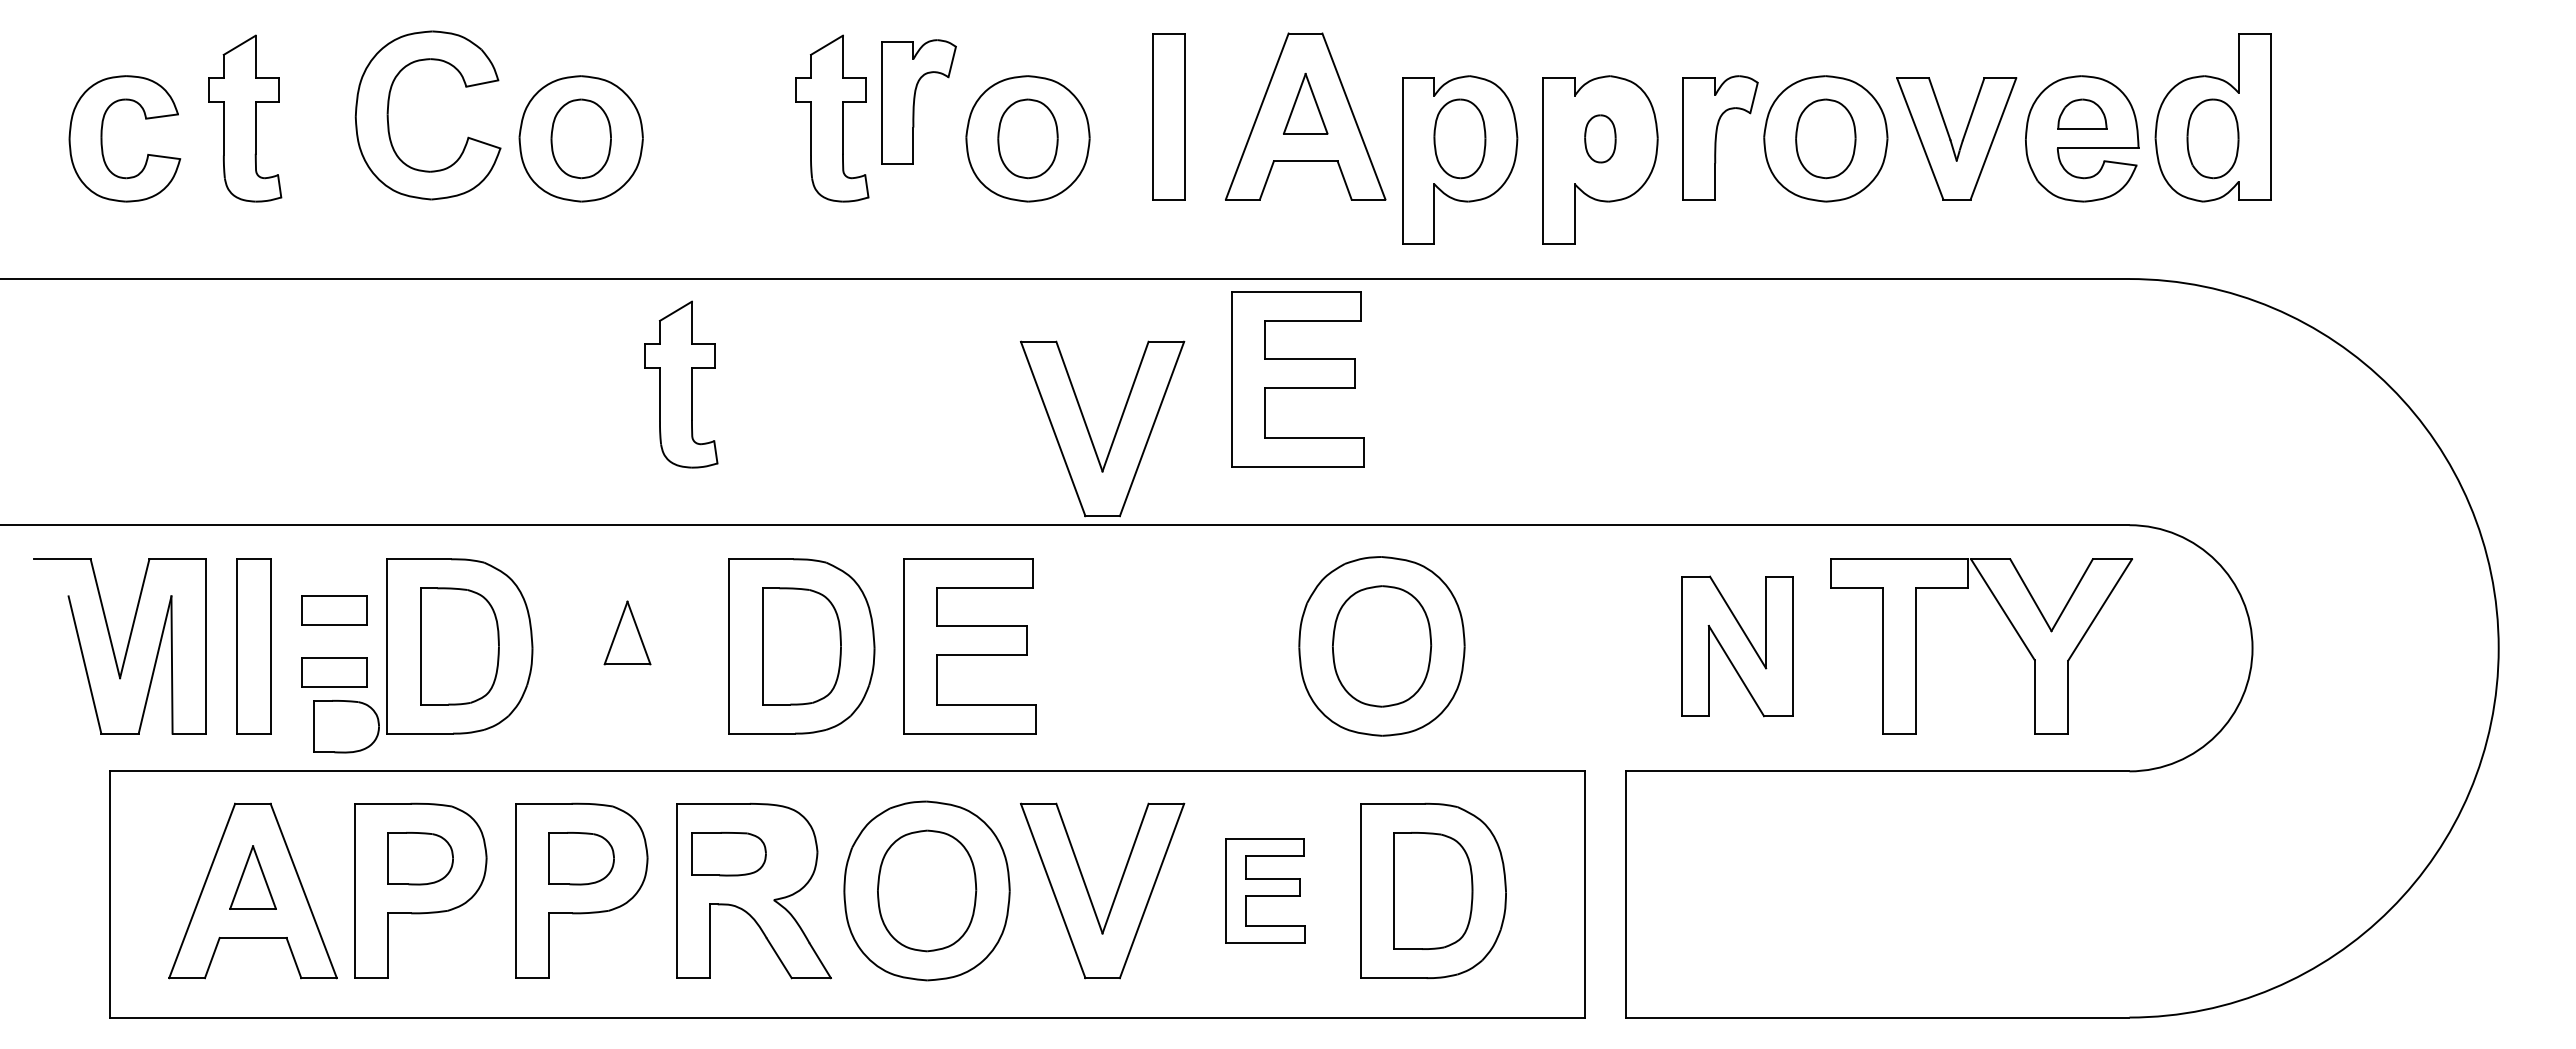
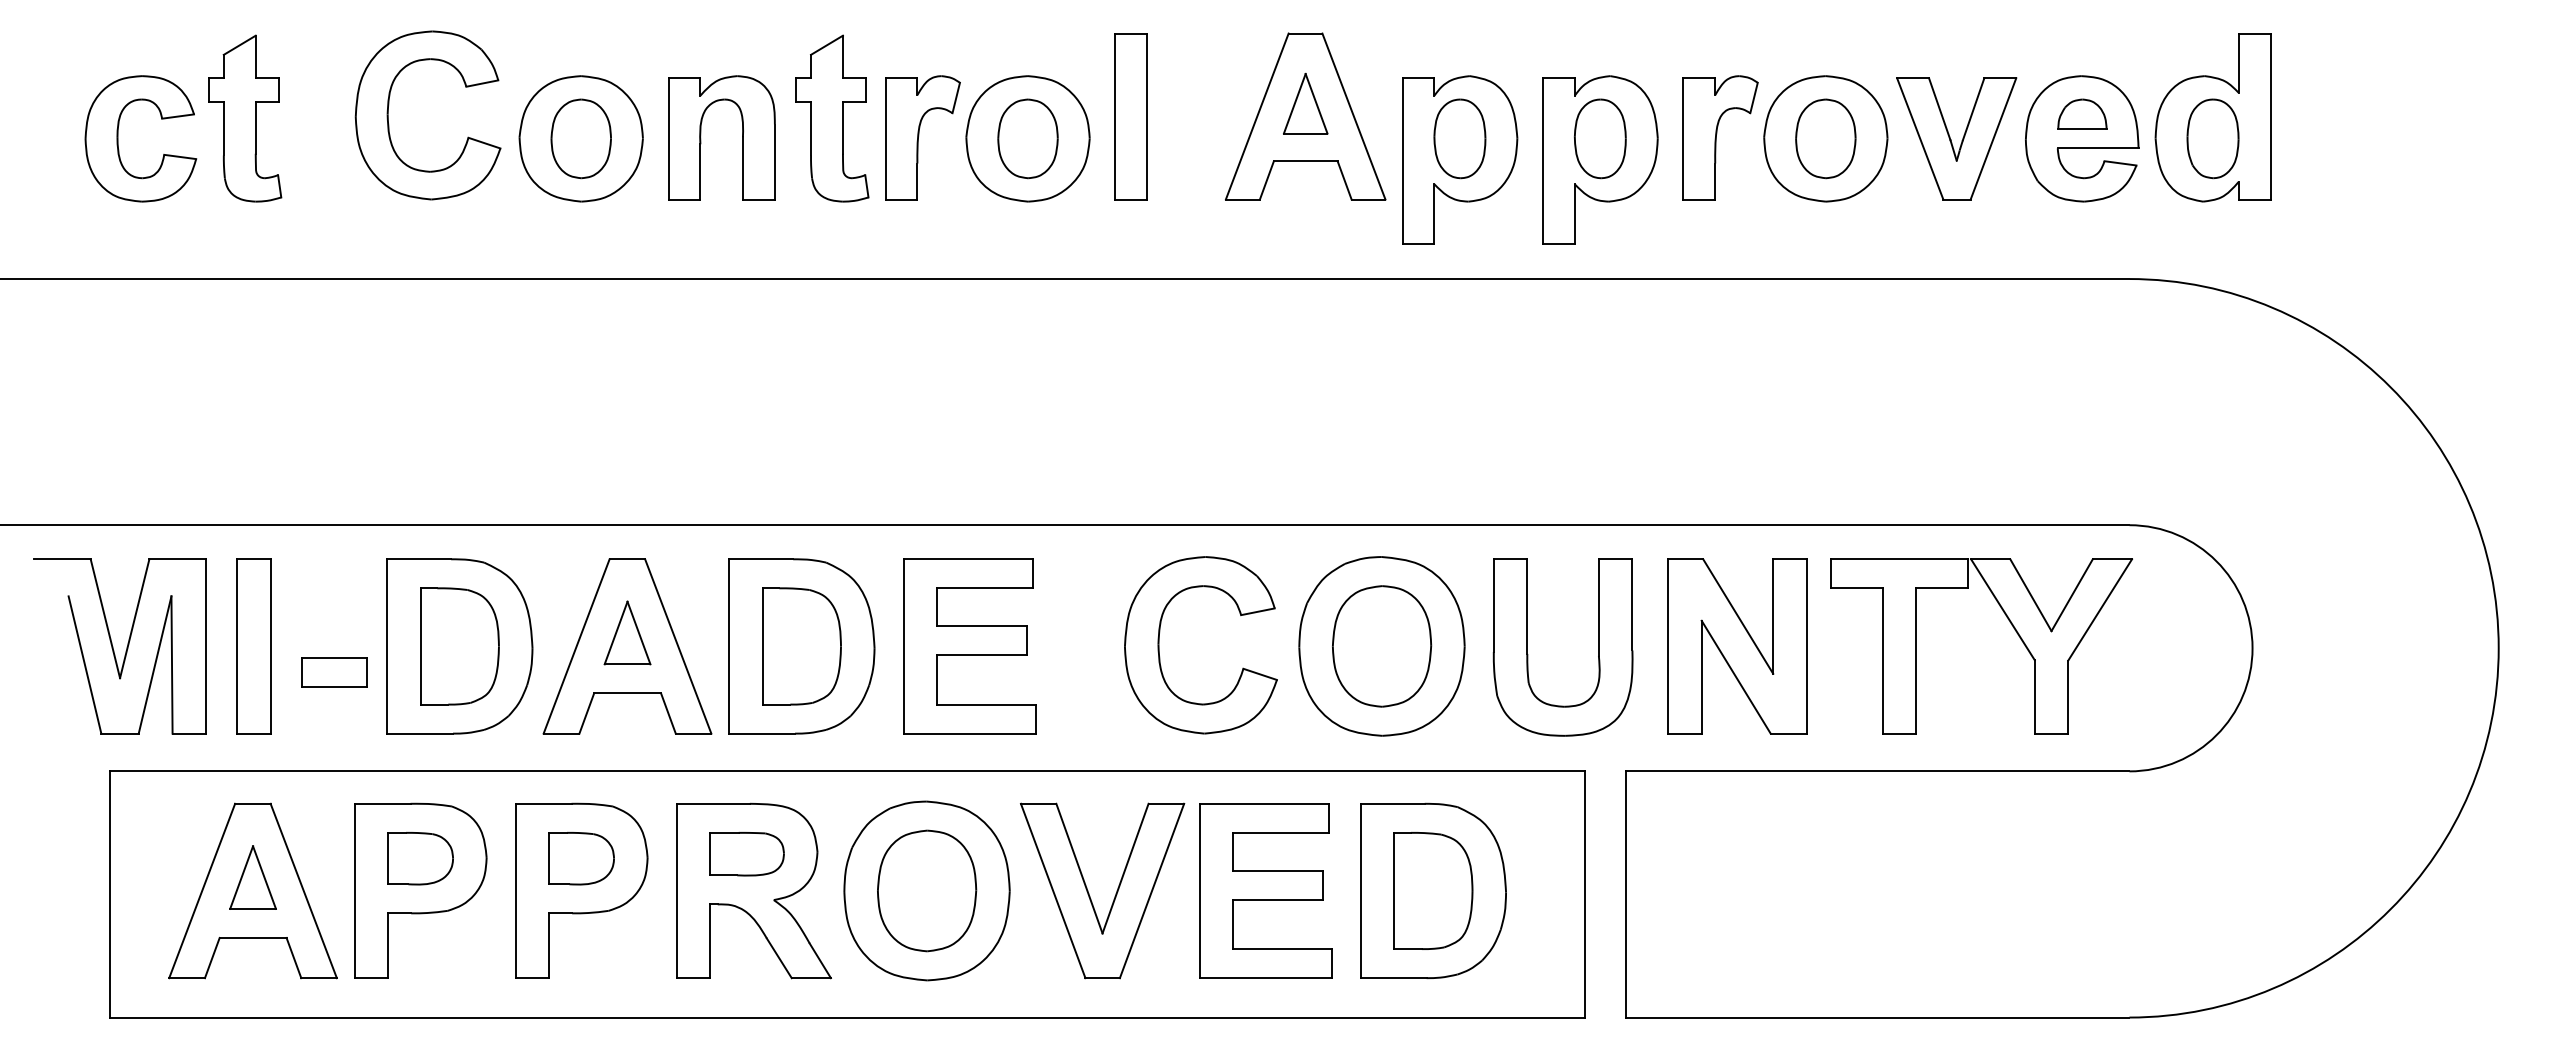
part at (918, 101) position: (918, 101) -> (922, 137)
part at (1168, 116) position: (1168, 116) -> (1130, 116)
part at (102, 138) position: (102, 138) -> (118, 138)
part at (701, 138): none -> present
part at (1600, 138) size: 33x50 px -> 53x82 px
part at (1297, 379): present -> none
part at (681, 384): present -> none
part at (1089, 431): present -> none
part at (334, 610): present -> none
part at (1159, 645): none -> present
part at (627, 646): none -> present
part at (1737, 646) size: 113x143 px -> 141x177 px
part at (1528, 654): none -> present
part at (346, 726): present -> none
part at (728, 854) position: (728, 854) -> (746, 854)
part at (1265, 890) size: 81x106 px -> 134x176 px
